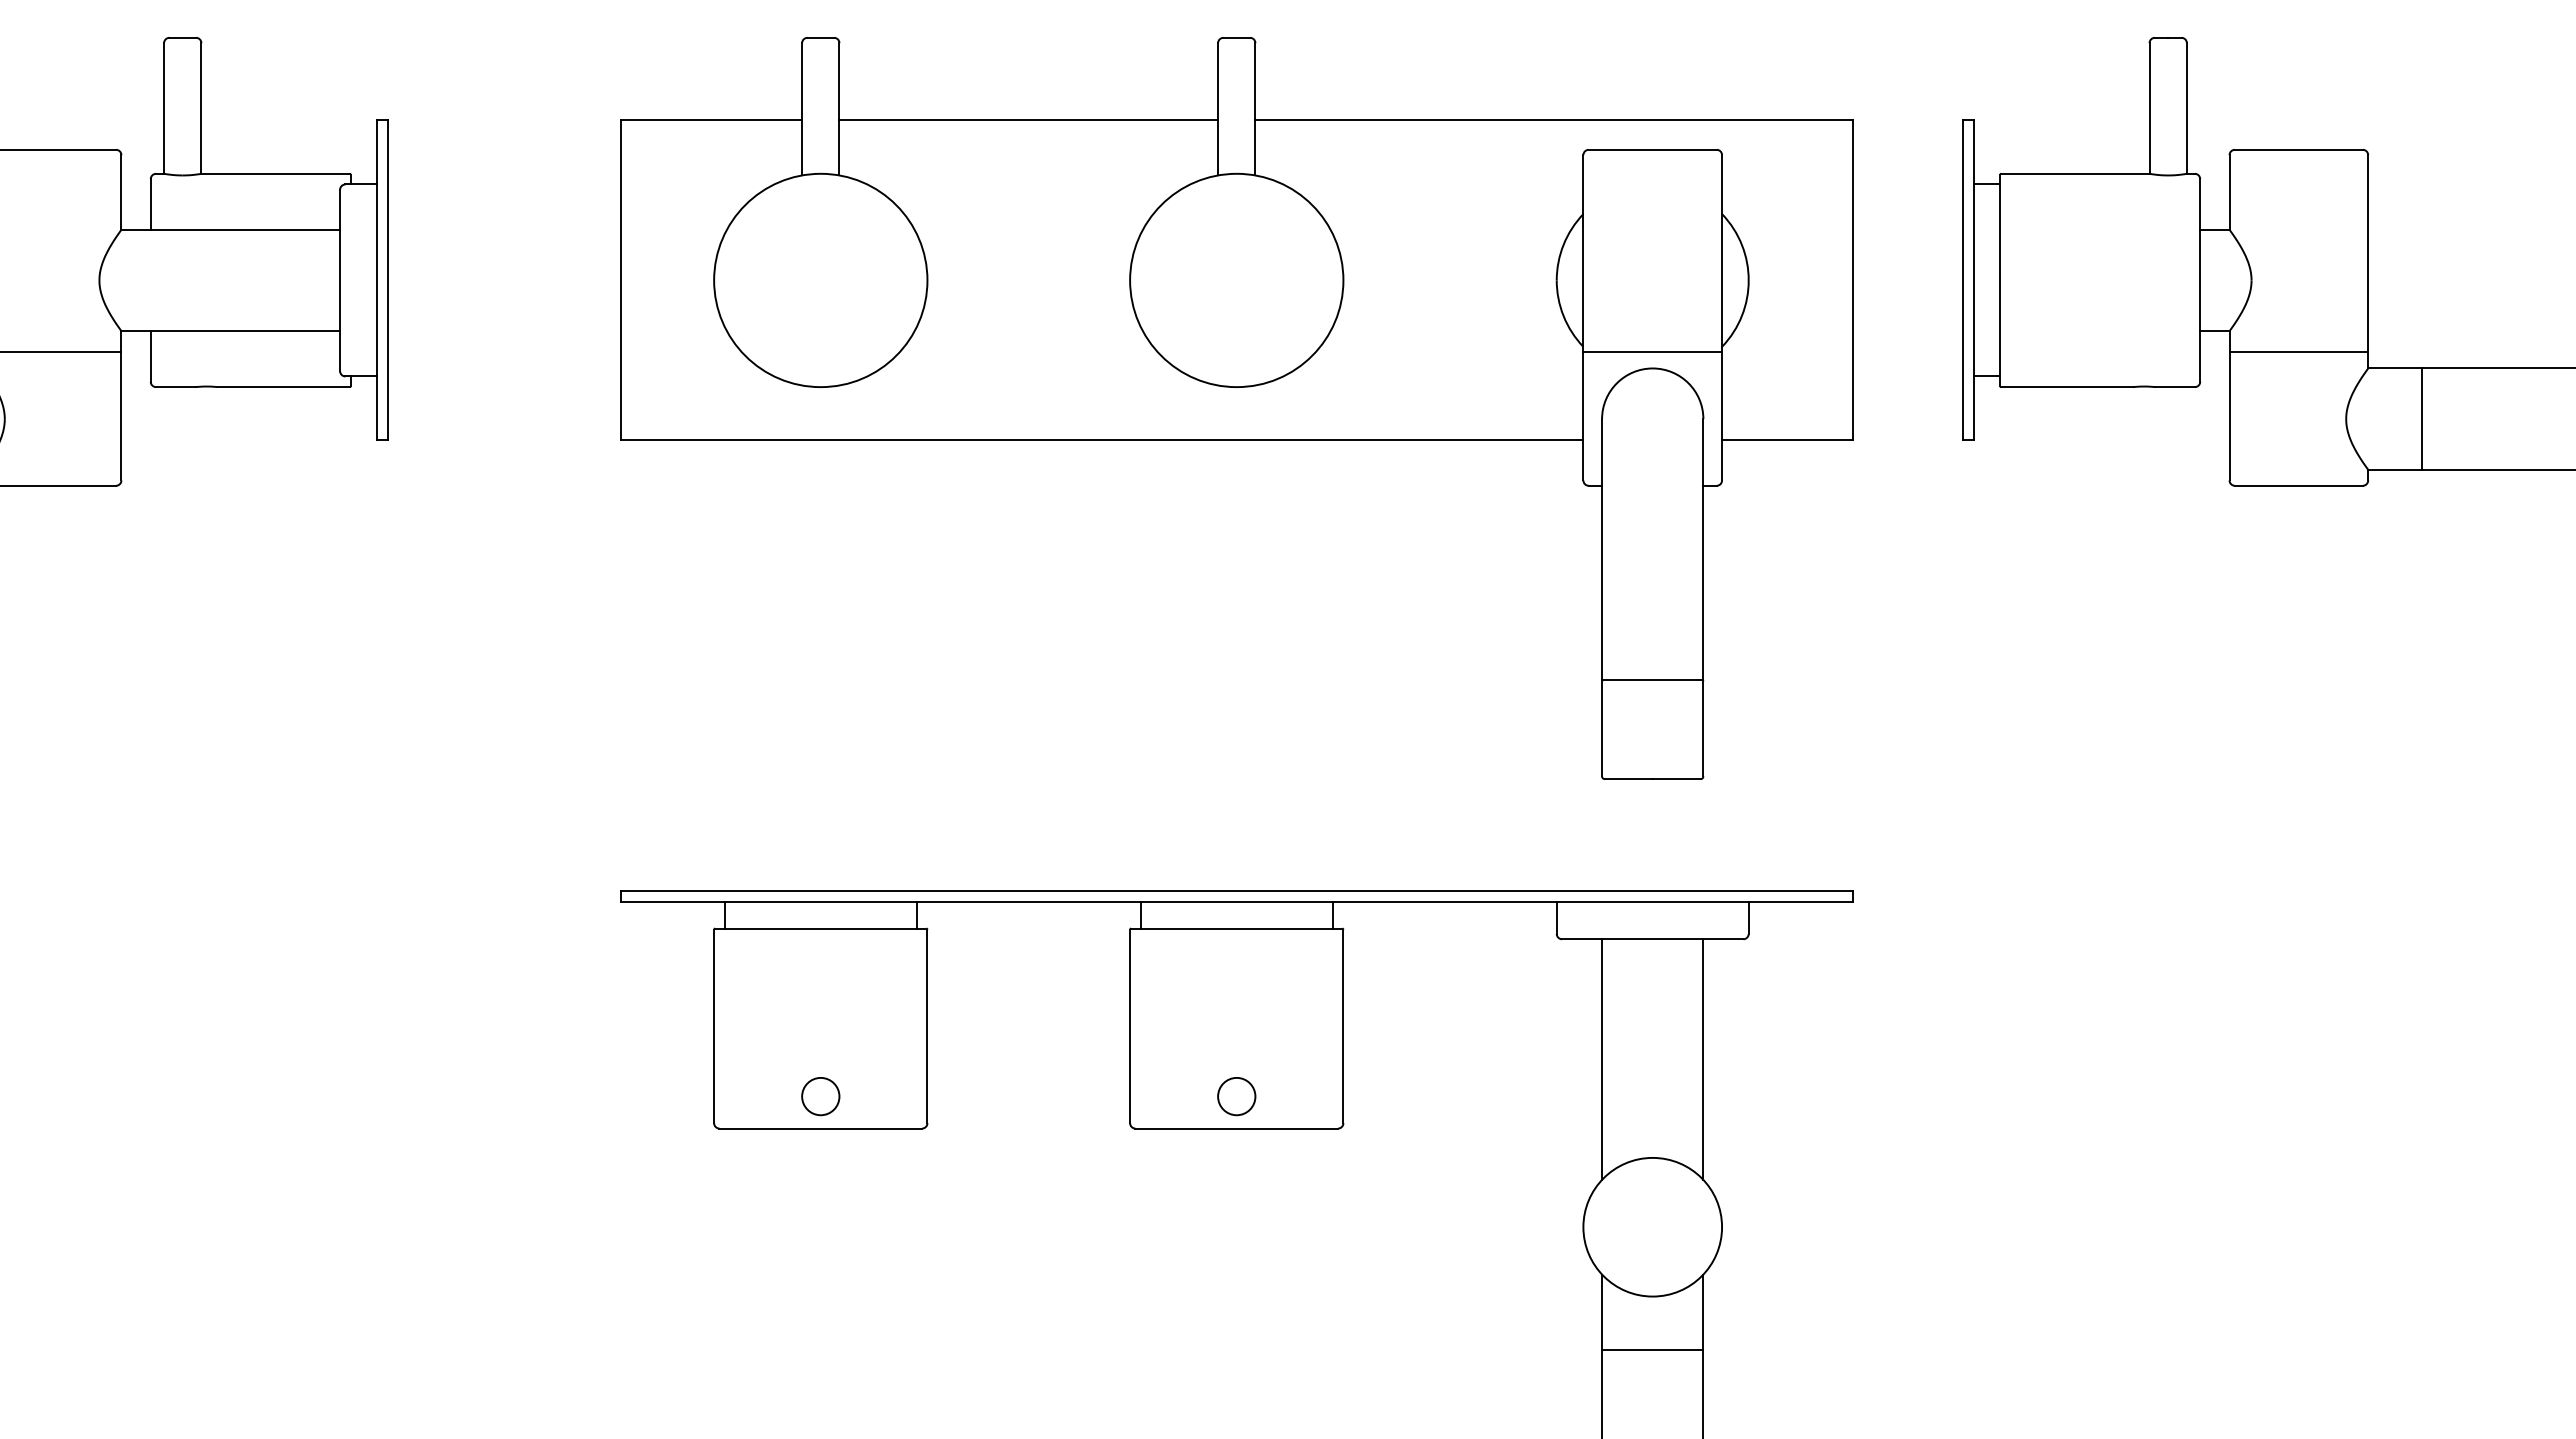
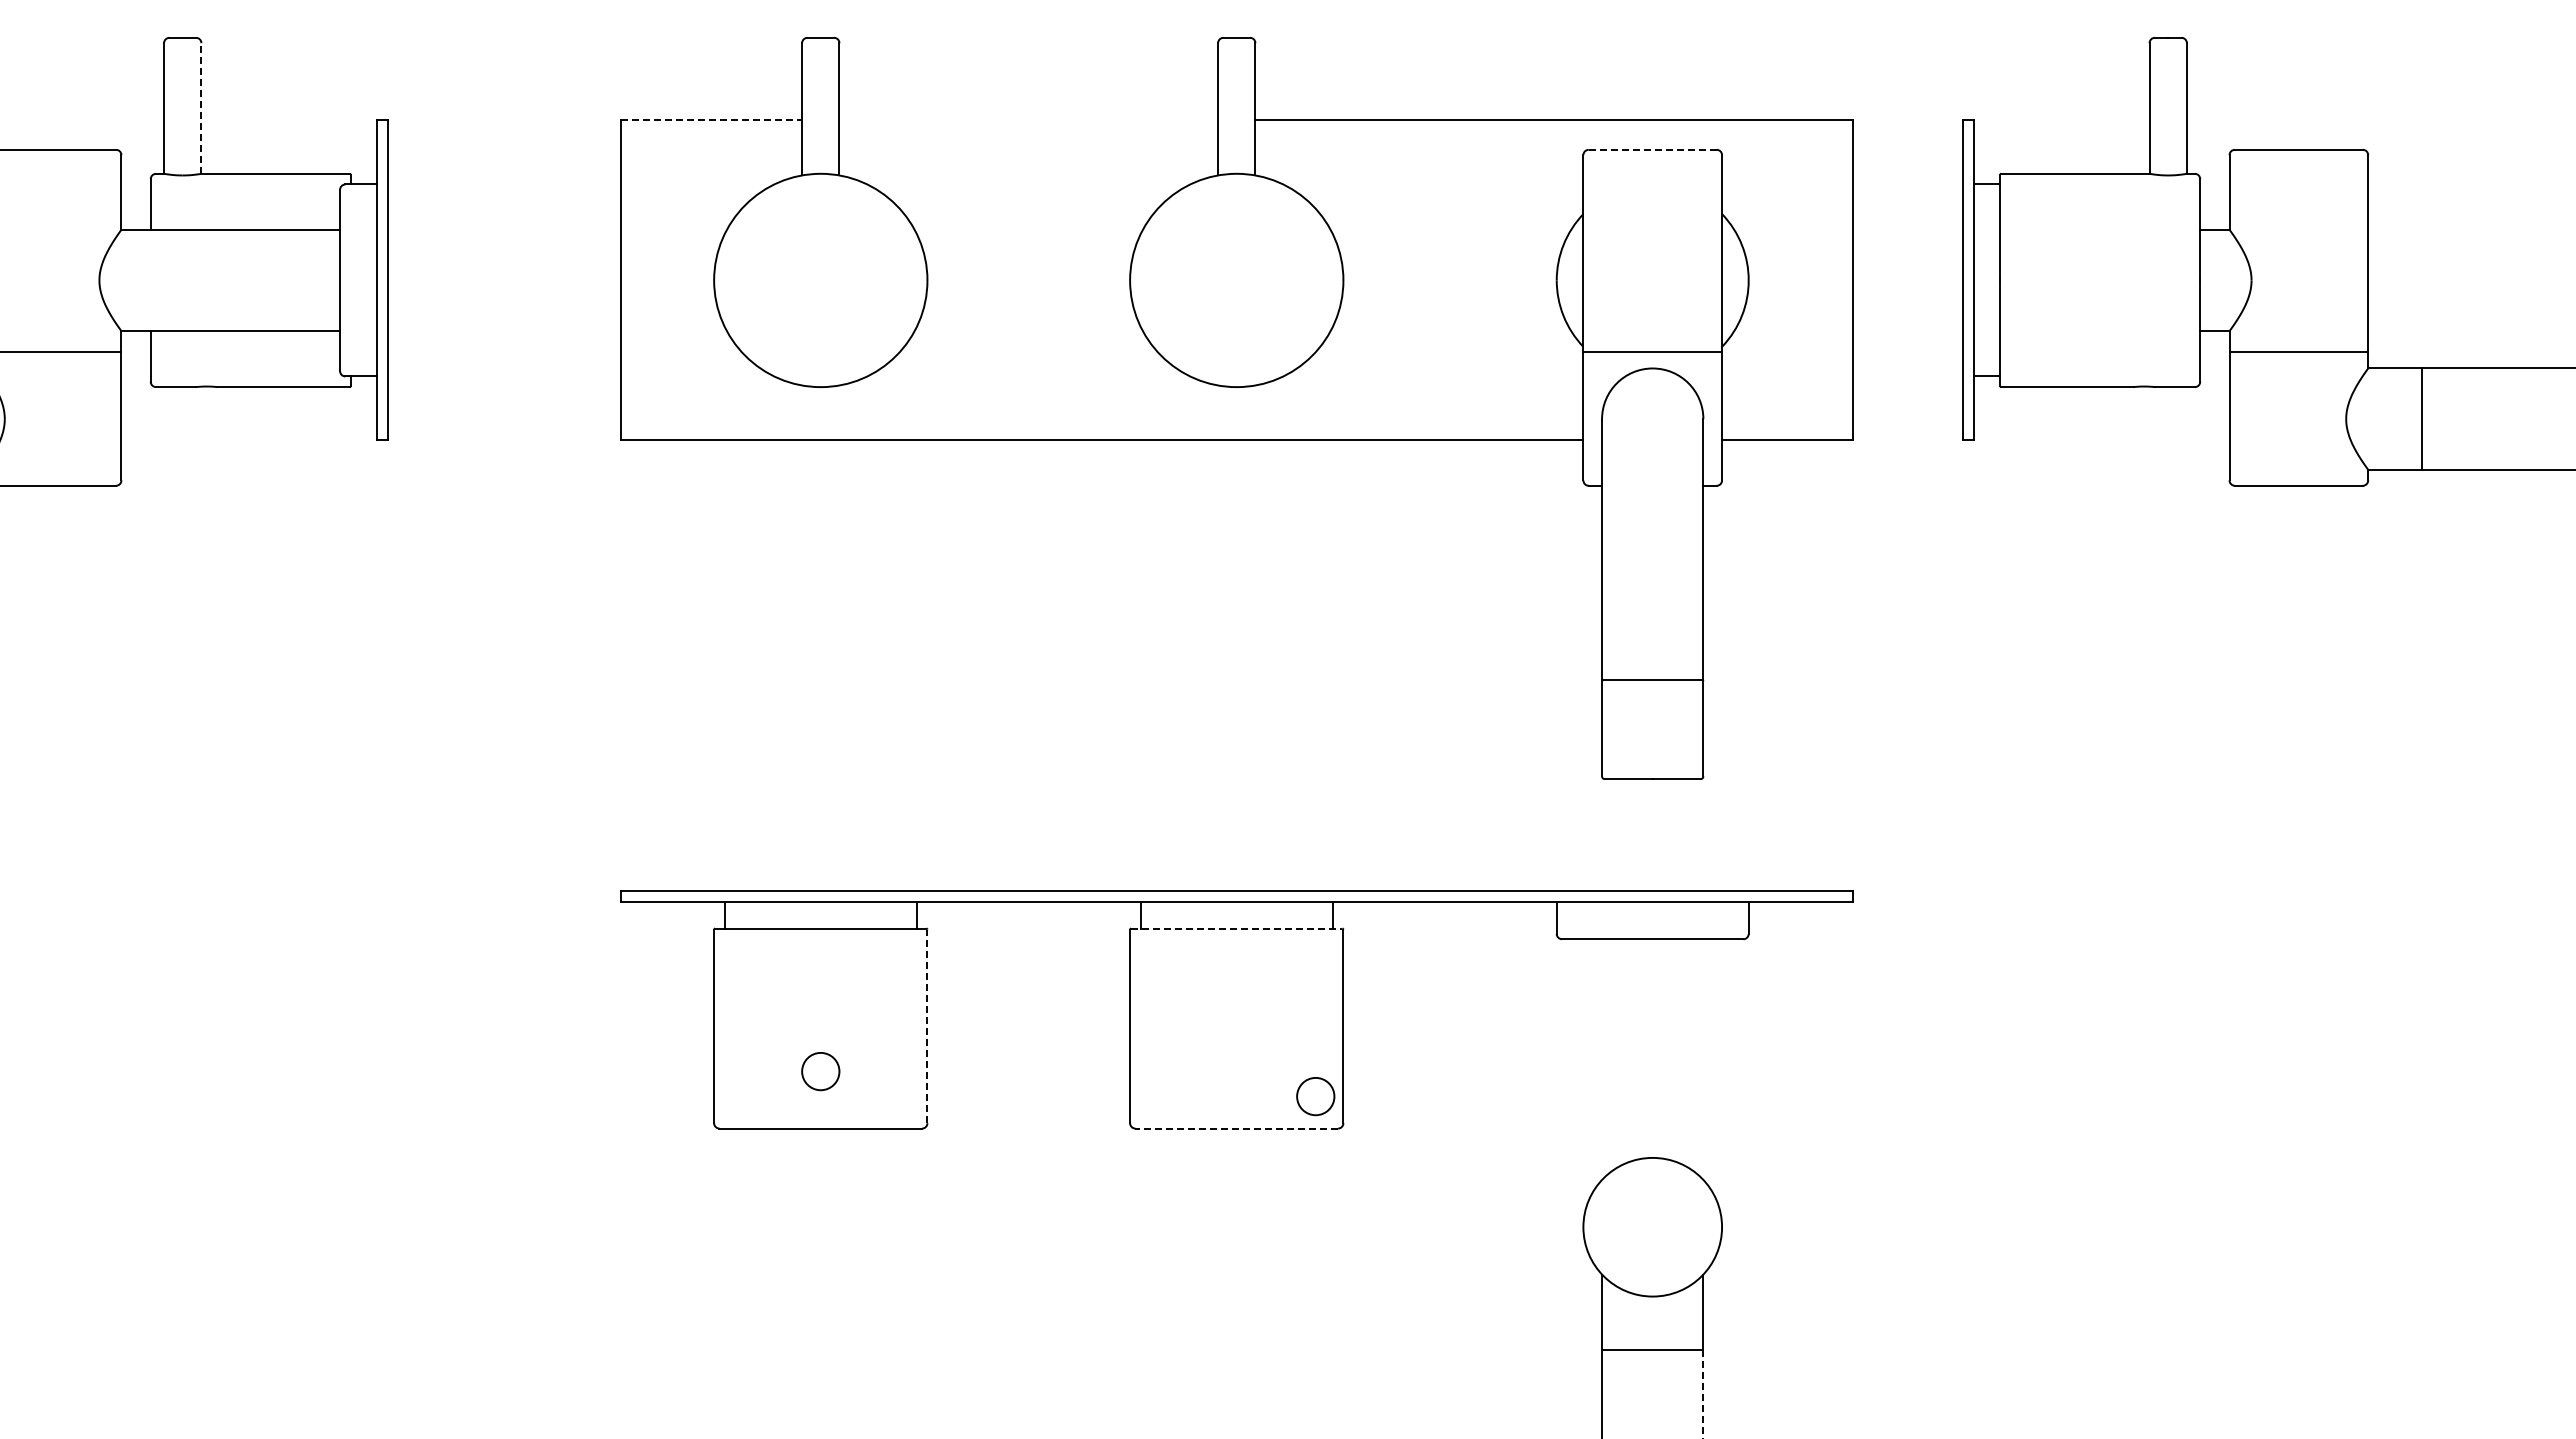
line at (201, 107): solid -> dashed
line at (711, 120): solid -> dashed
line at (1028, 120): present -> none
line at (1652, 149): solid -> dashed
line at (1236, 928): solid -> dashed
line at (927, 1026): solid -> dashed
line at (1602, 1059): present -> none
line at (1703, 1059): present -> none
circle at (820, 1096) position: (820, 1096) -> (820, 1071)
circle at (1236, 1096) position: (1236, 1096) -> (1315, 1096)
line at (1236, 1128): solid -> dashed
line at (1703, 1394): solid -> dashed
